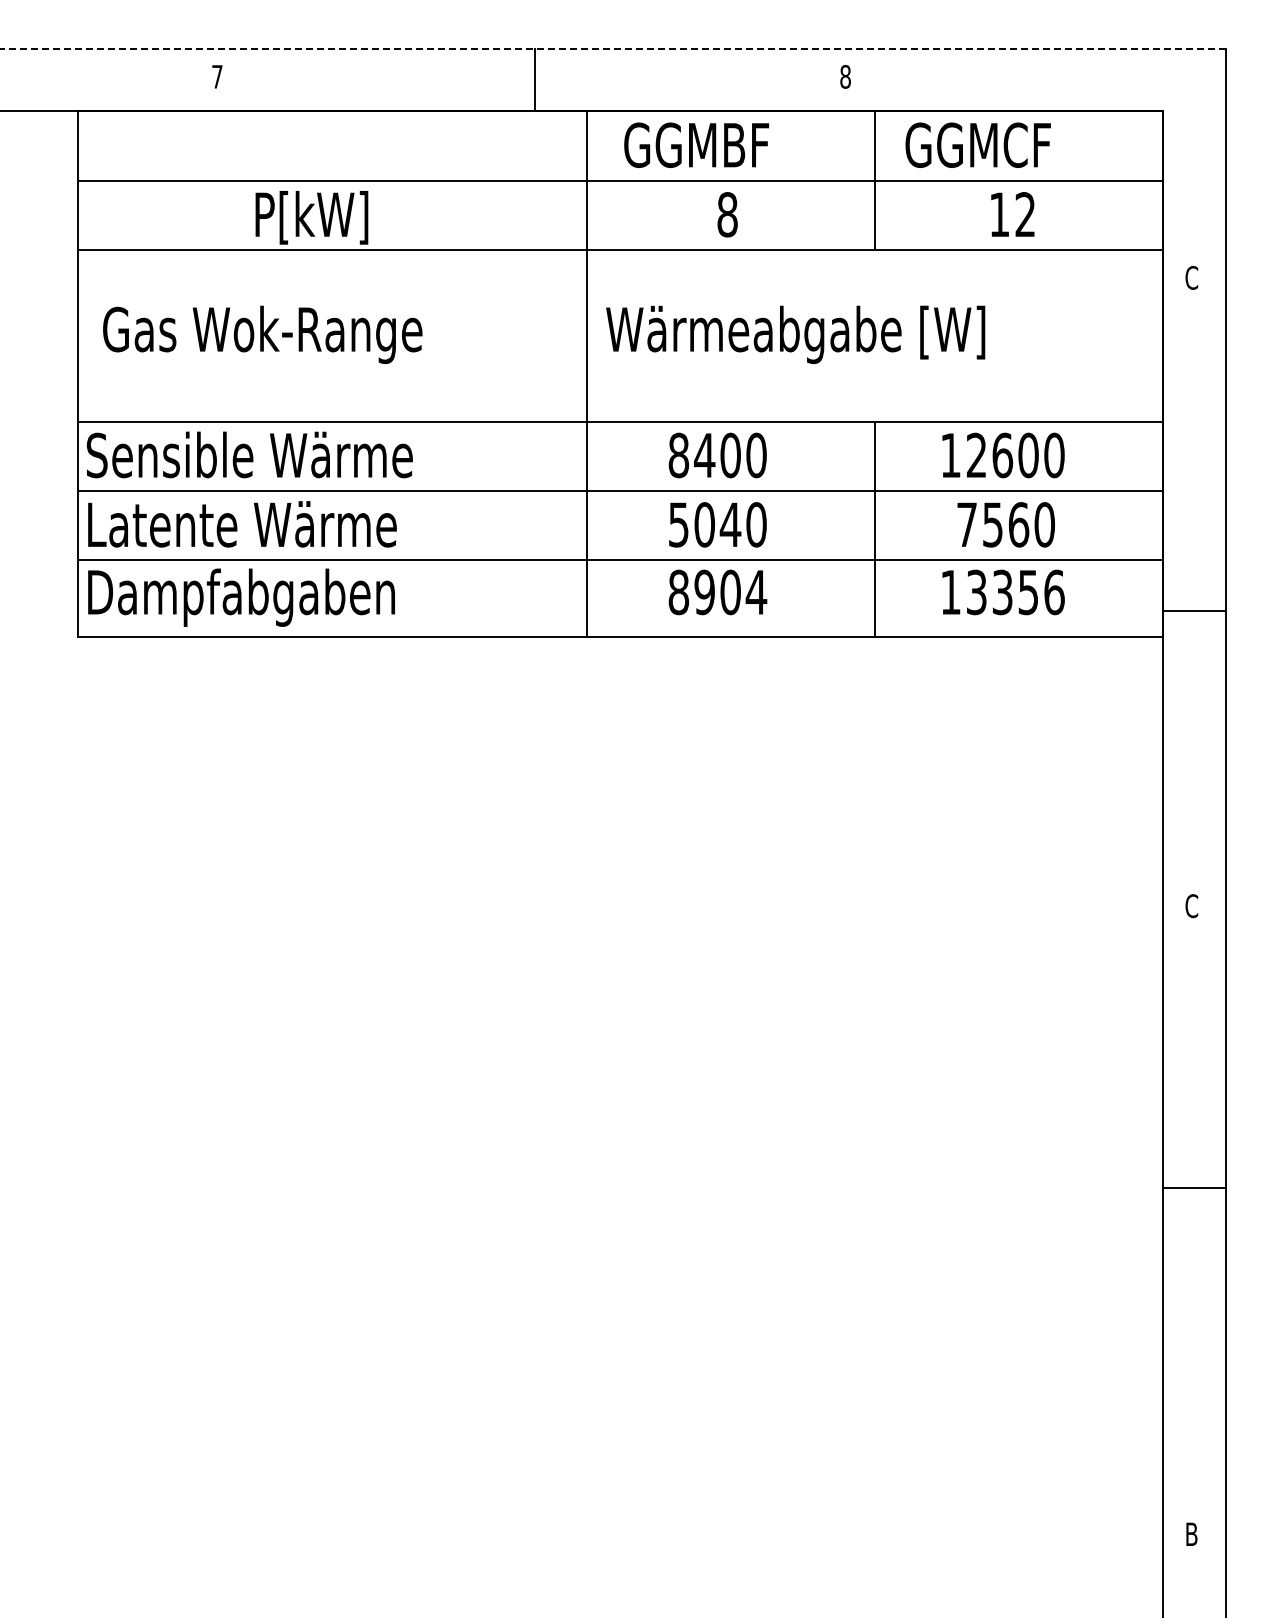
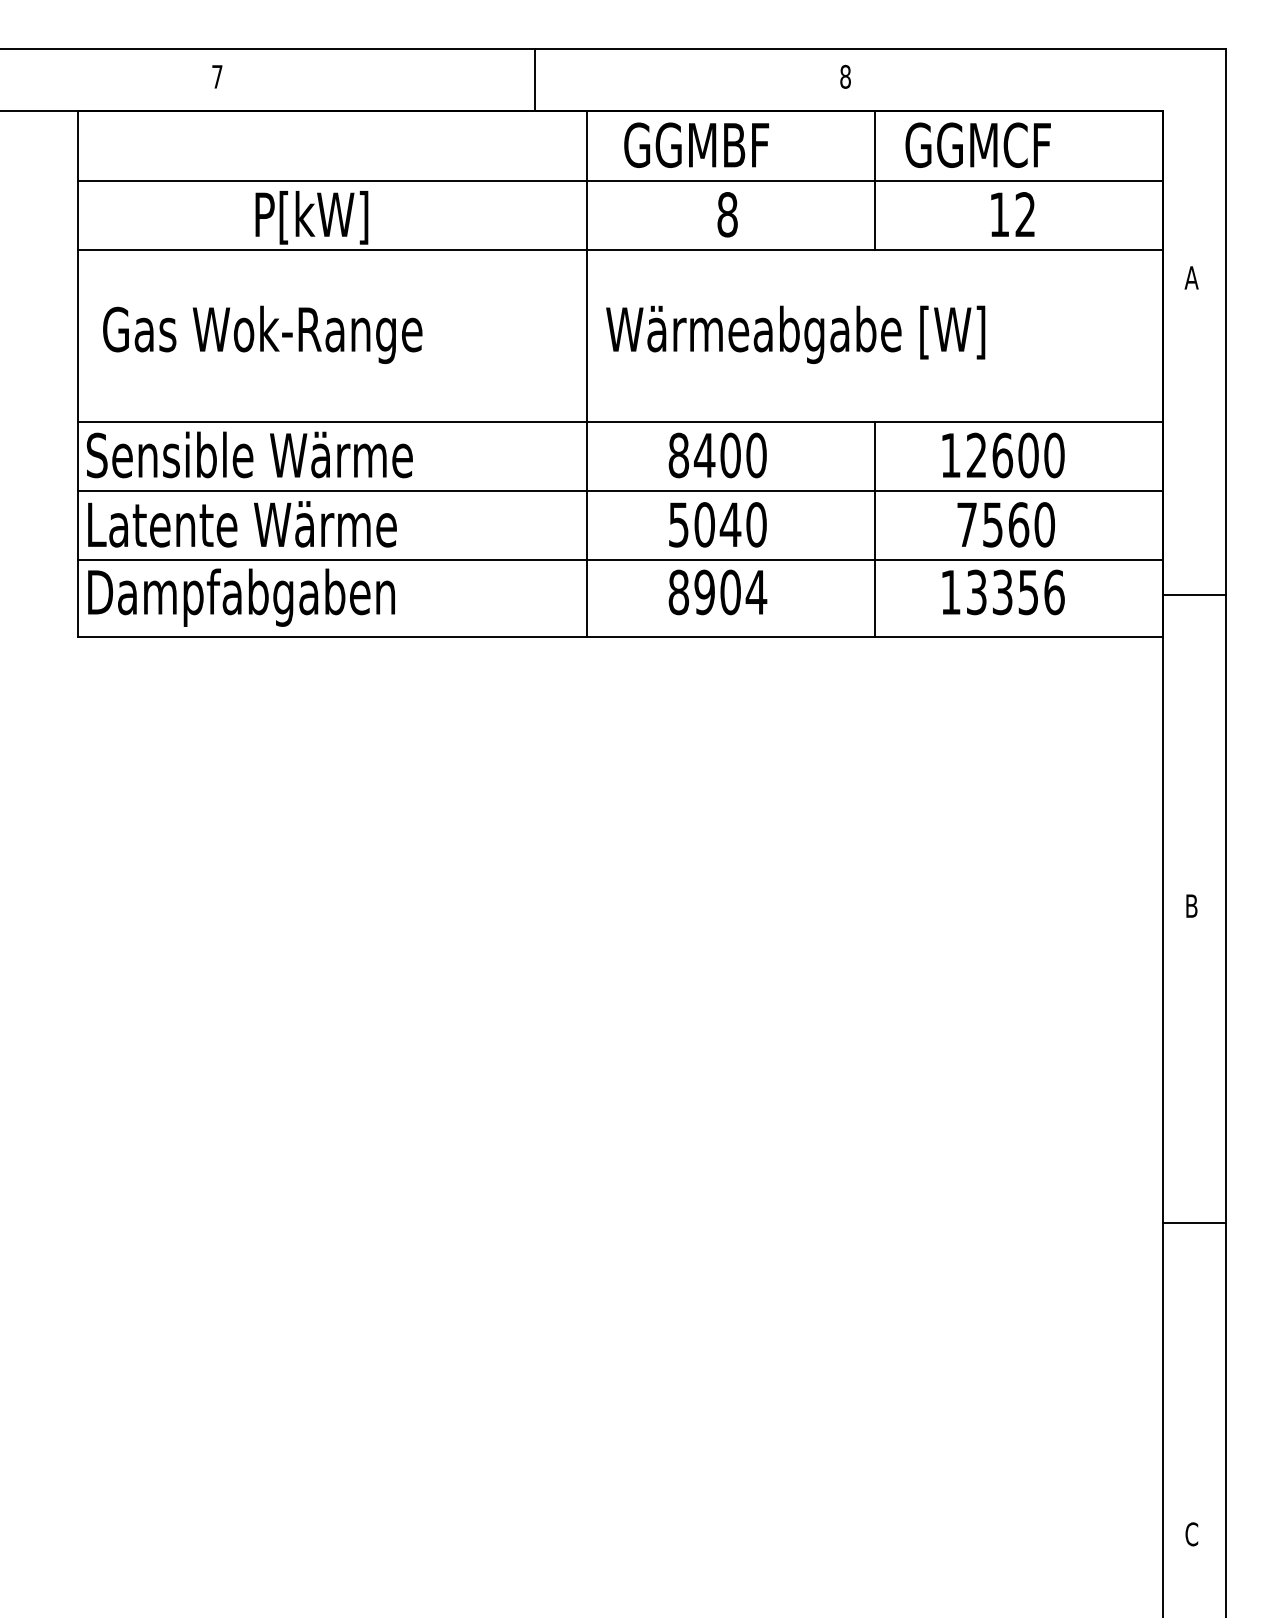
line at (613, 48): dashed -> solid
text at (1191, 277): C -> A
line at (1194, 611) position: (1194, 611) -> (1194, 595)
text at (1191, 906): C -> B
line at (1194, 1188) position: (1194, 1188) -> (1194, 1223)
text at (1191, 1534): B -> C
